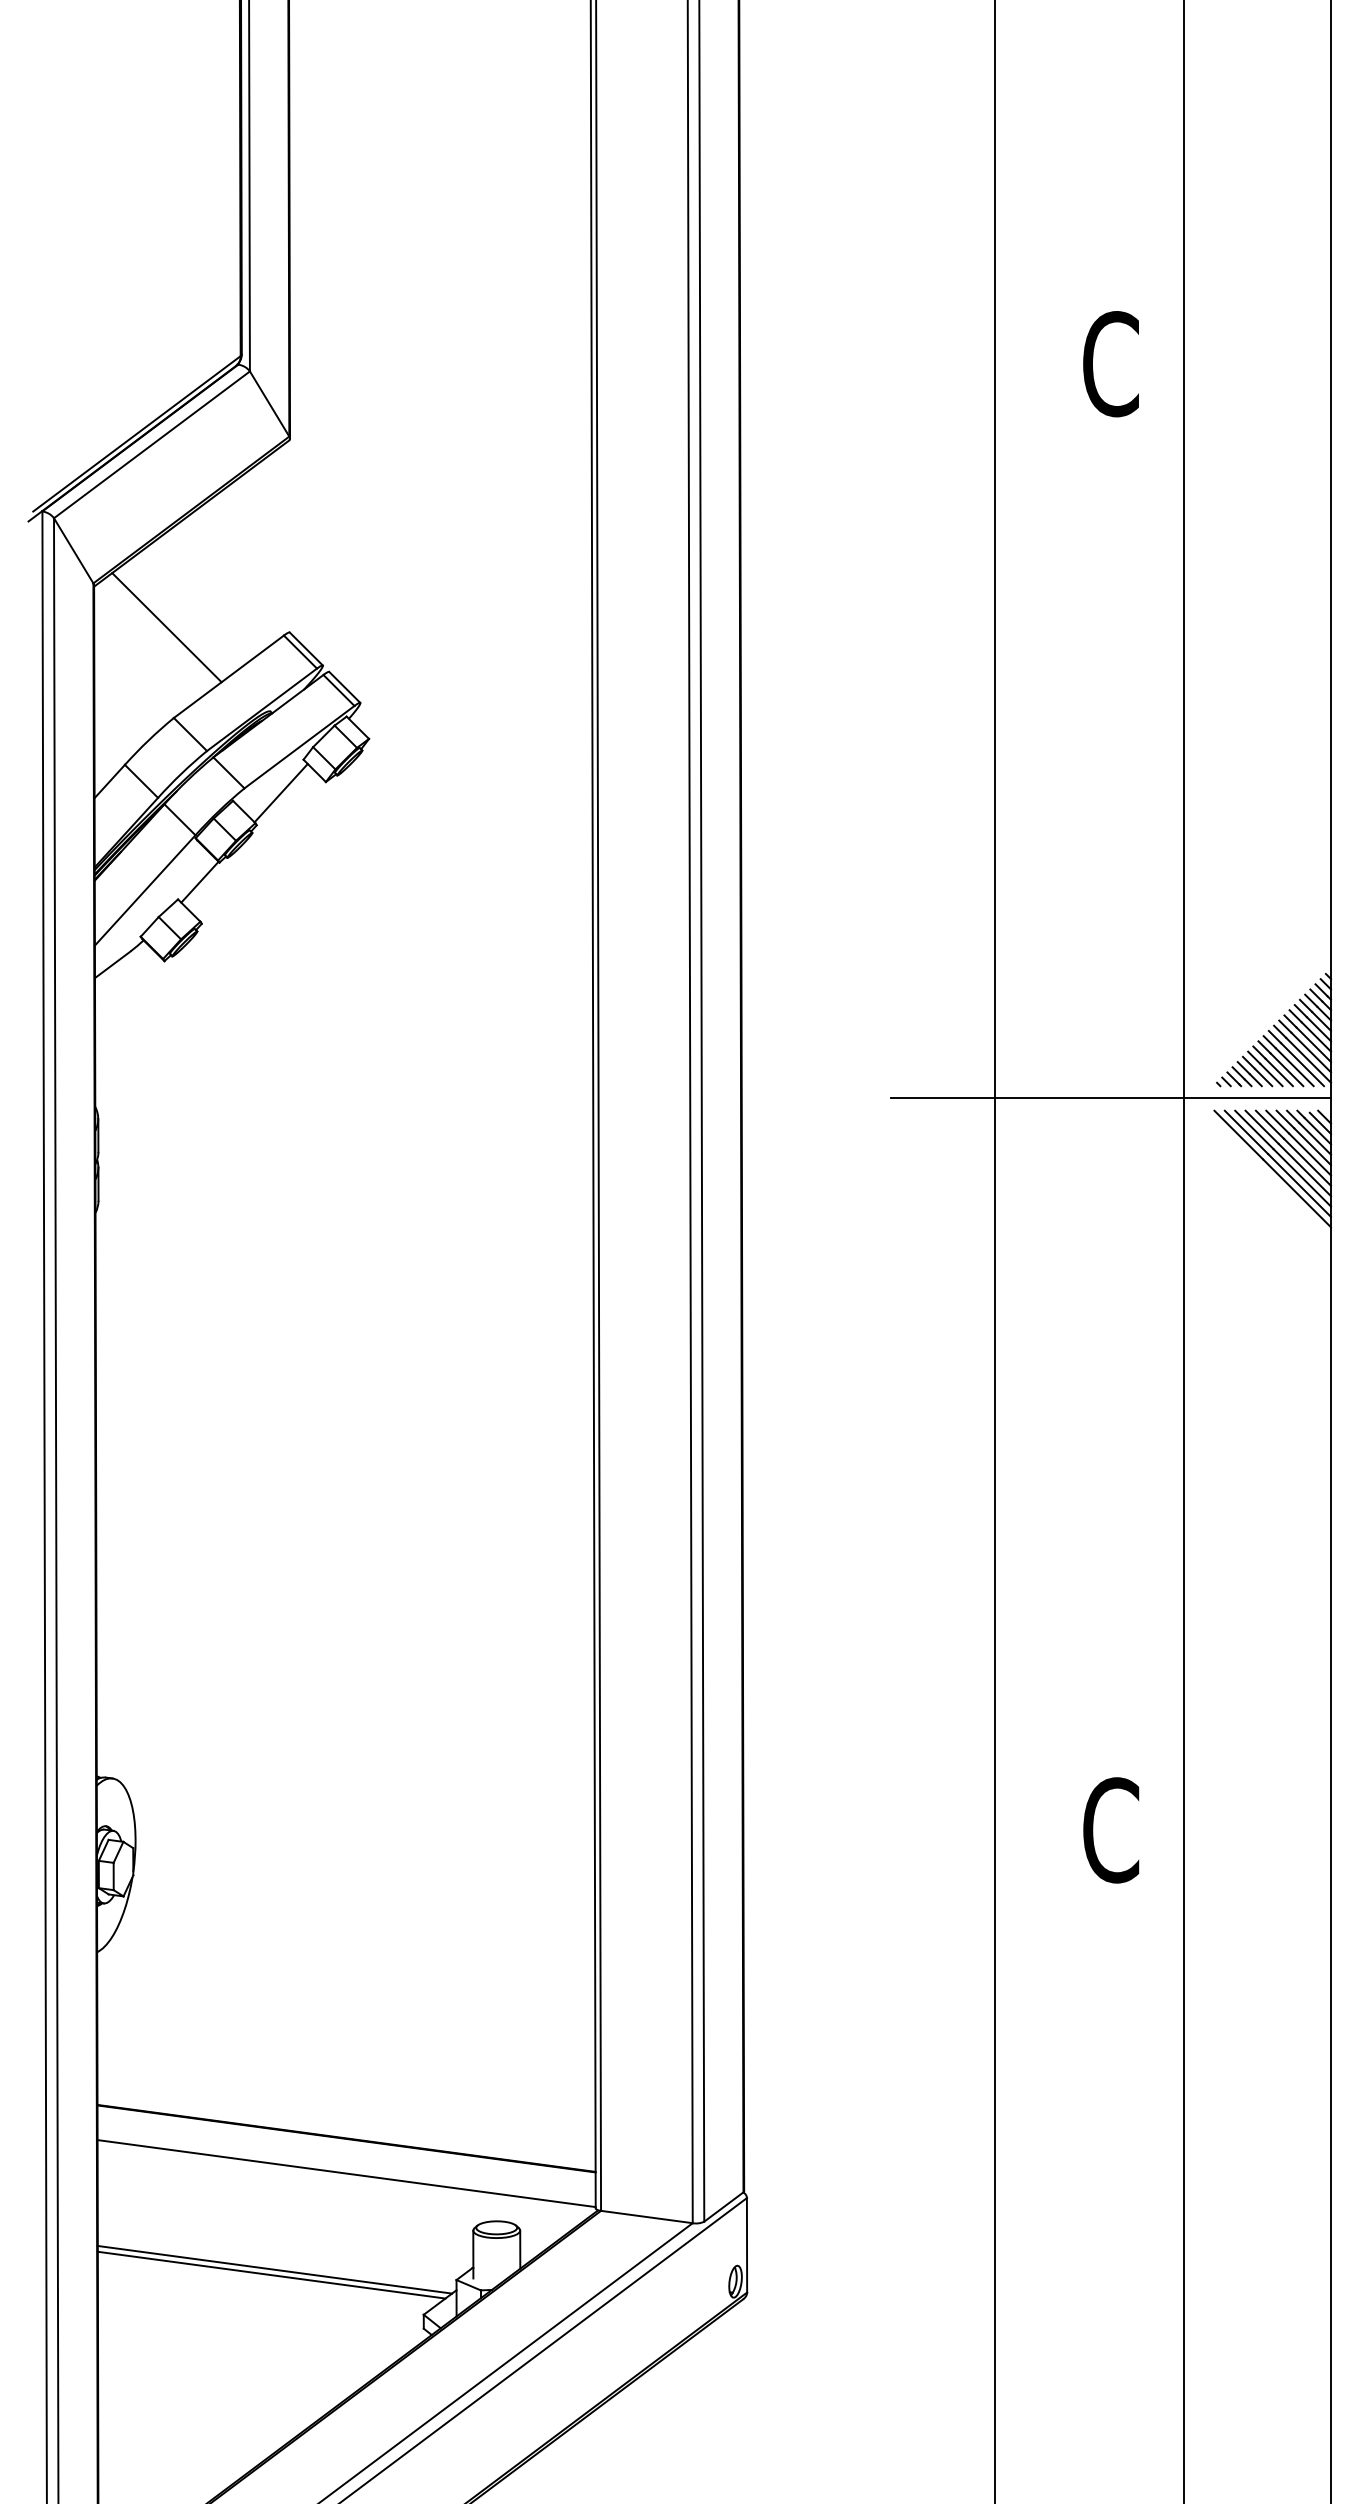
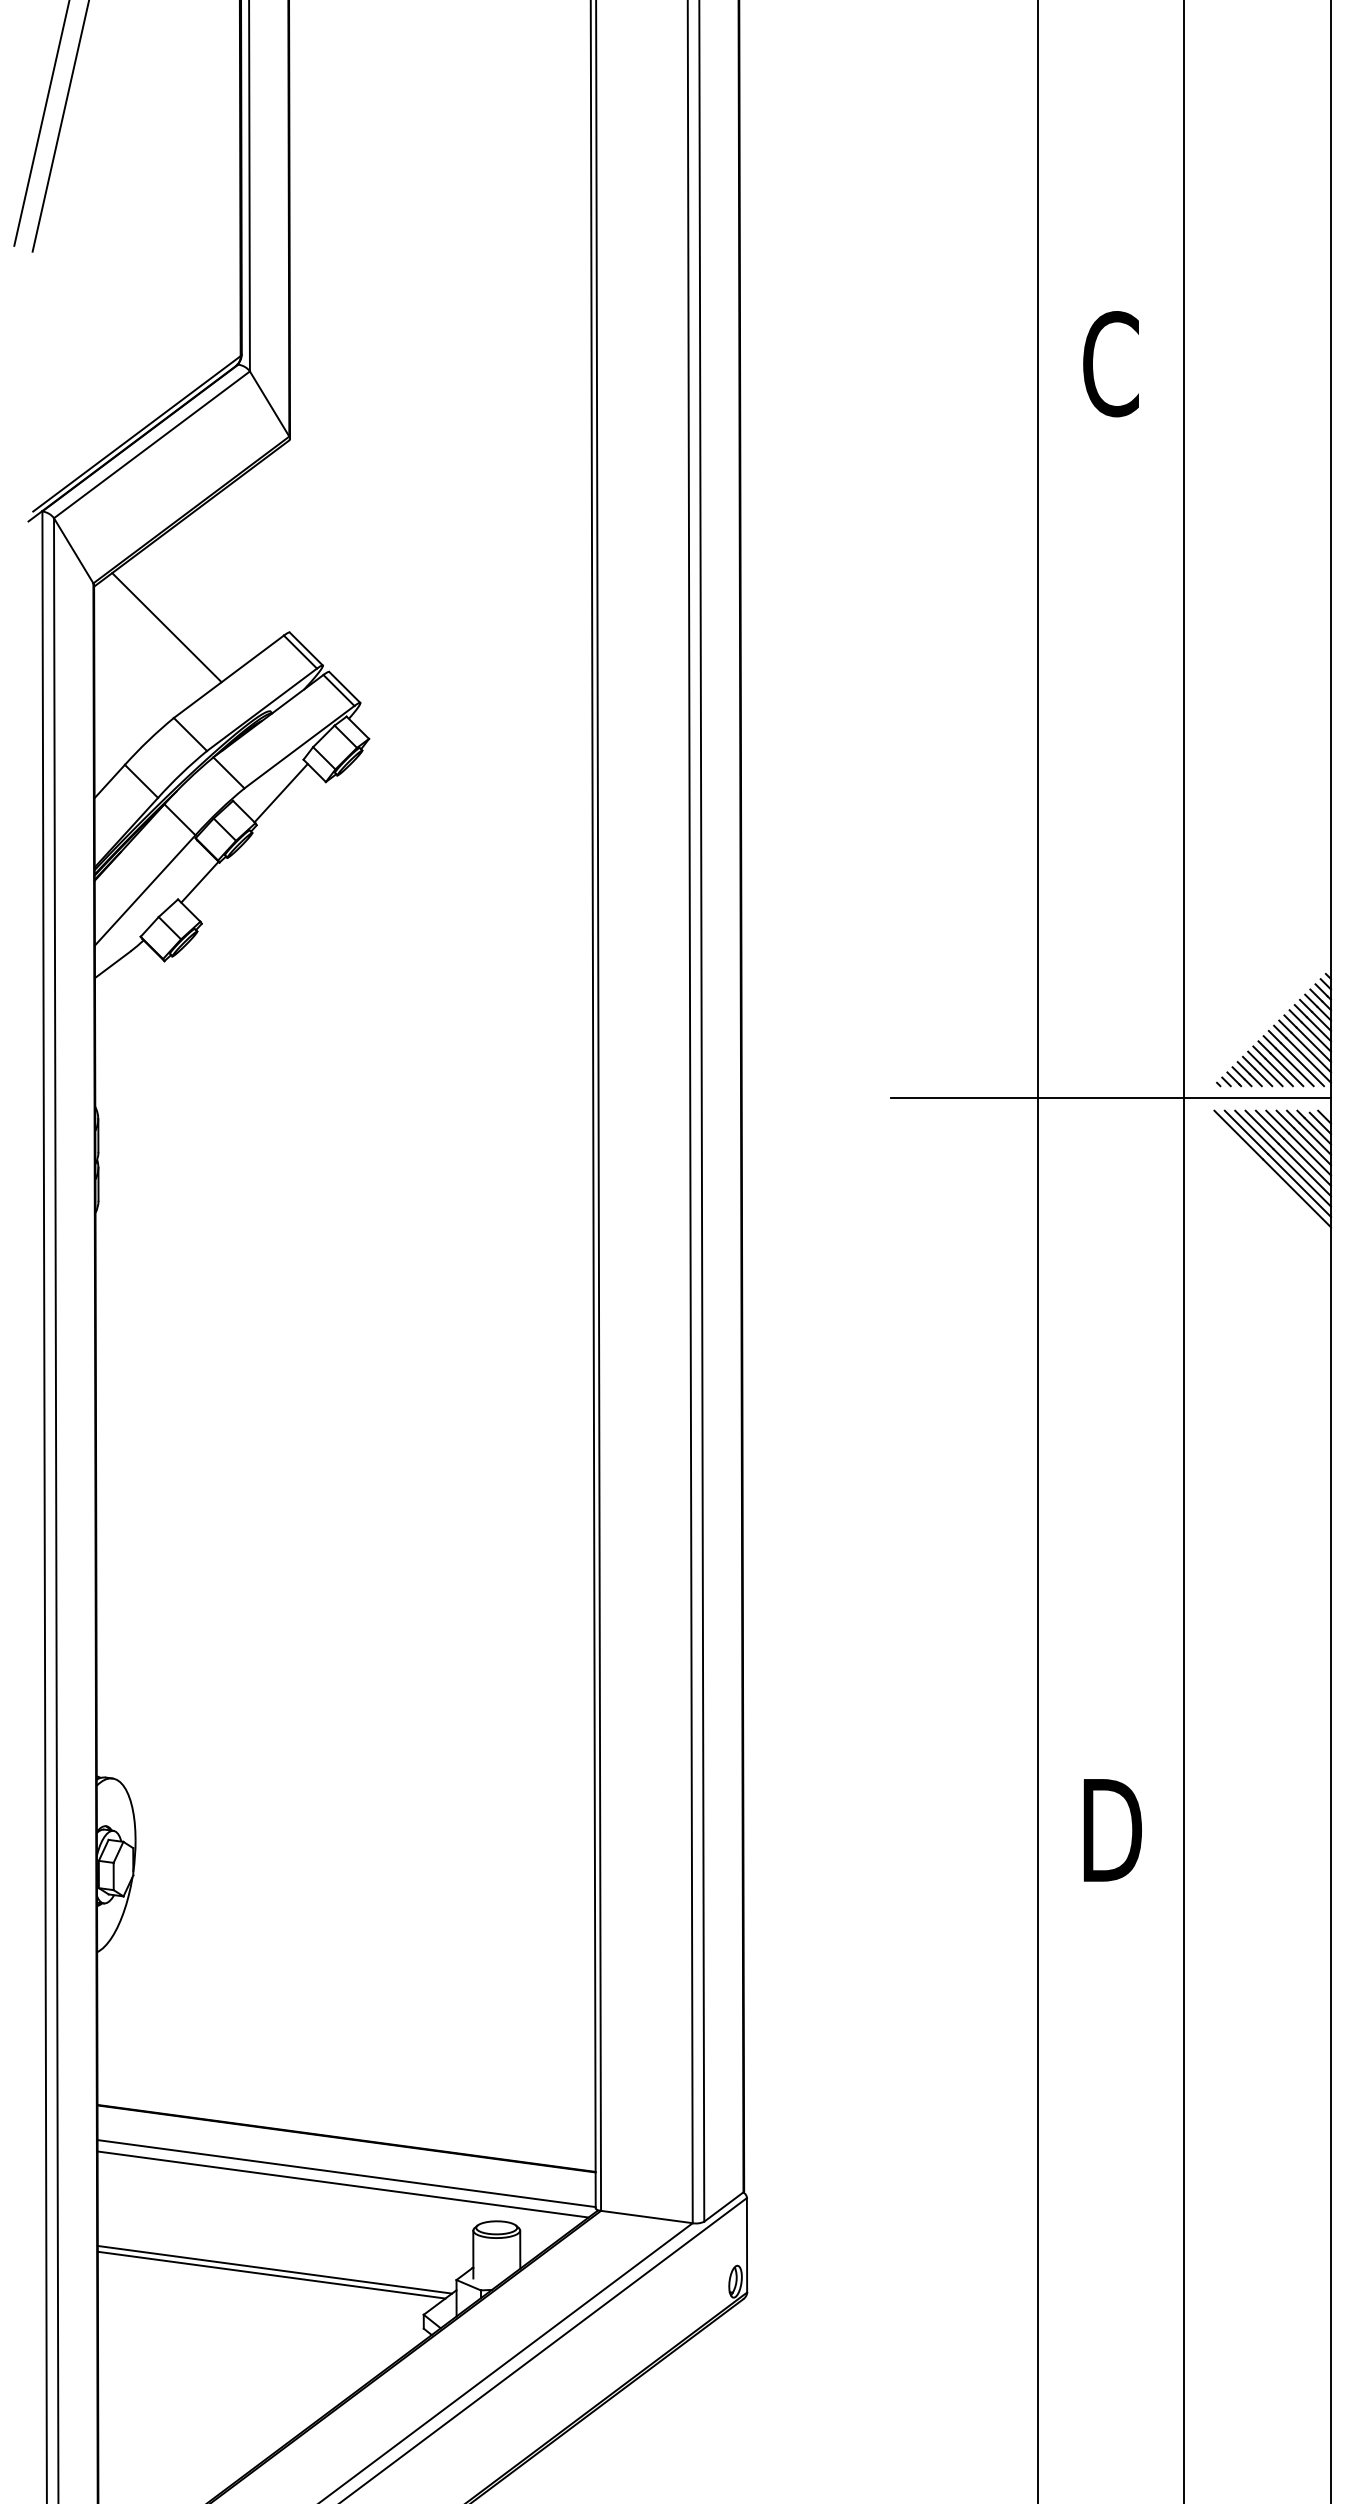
line at (41, 123): none -> present
line at (60, 126): none -> present
line at (994, 1251) position: (994, 1251) -> (1037, 1251)
text at (1112, 1830): C -> D
line at (342, 2184): none -> present
